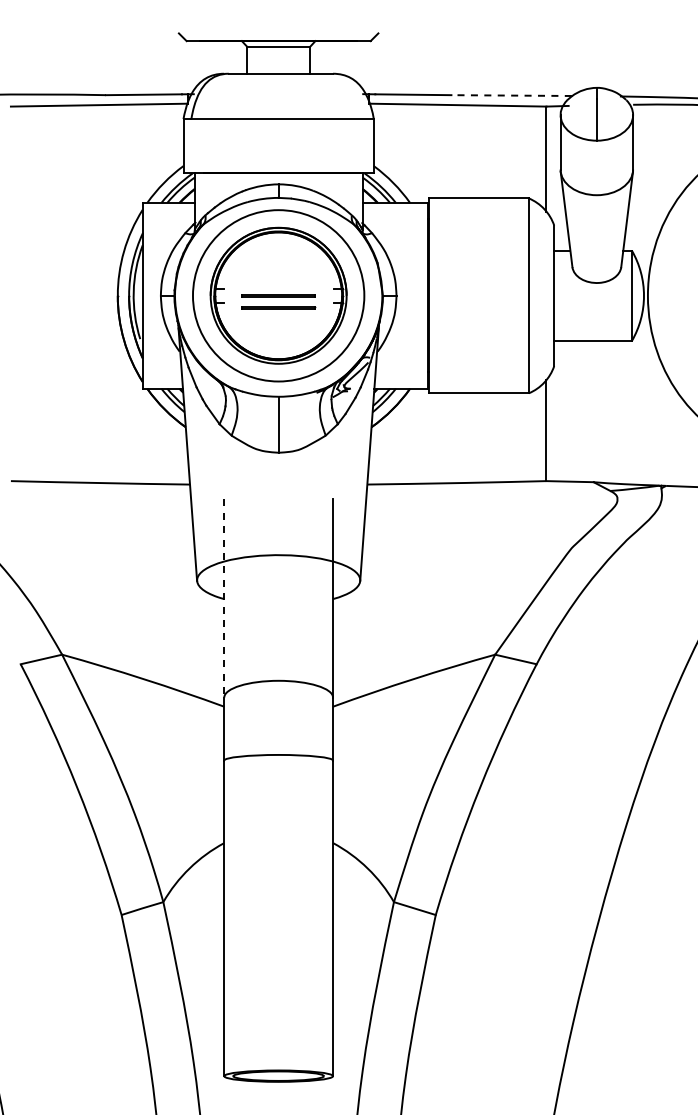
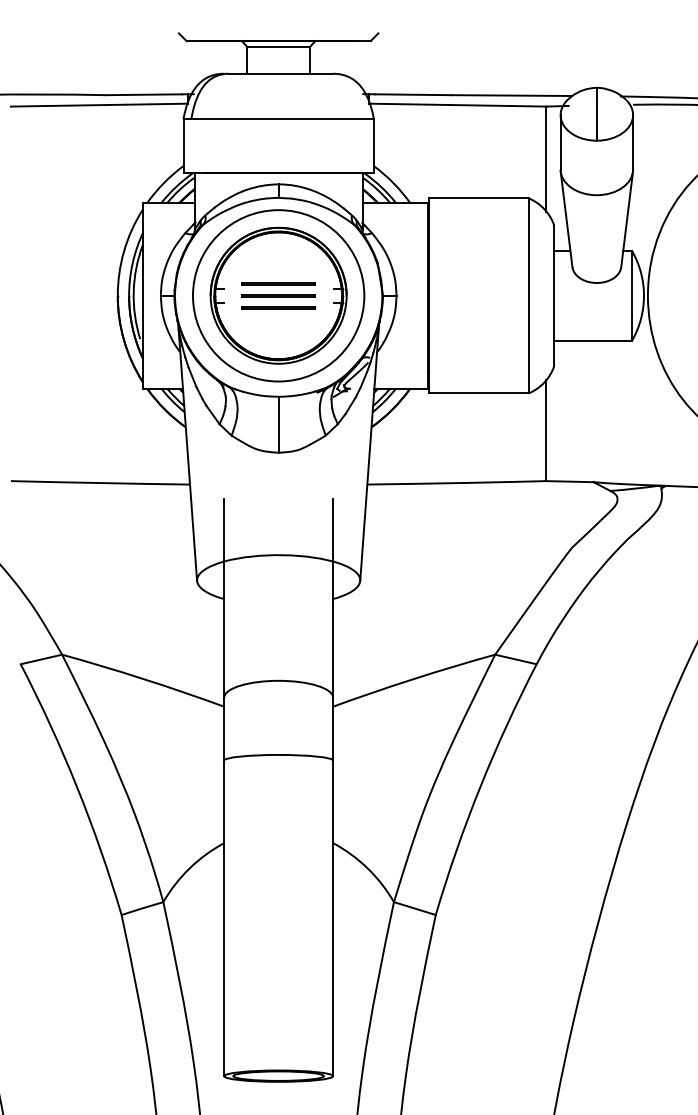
line at (511, 95): dashed -> solid
line at (278, 283): none -> present
line at (224, 598): dashed -> solid
